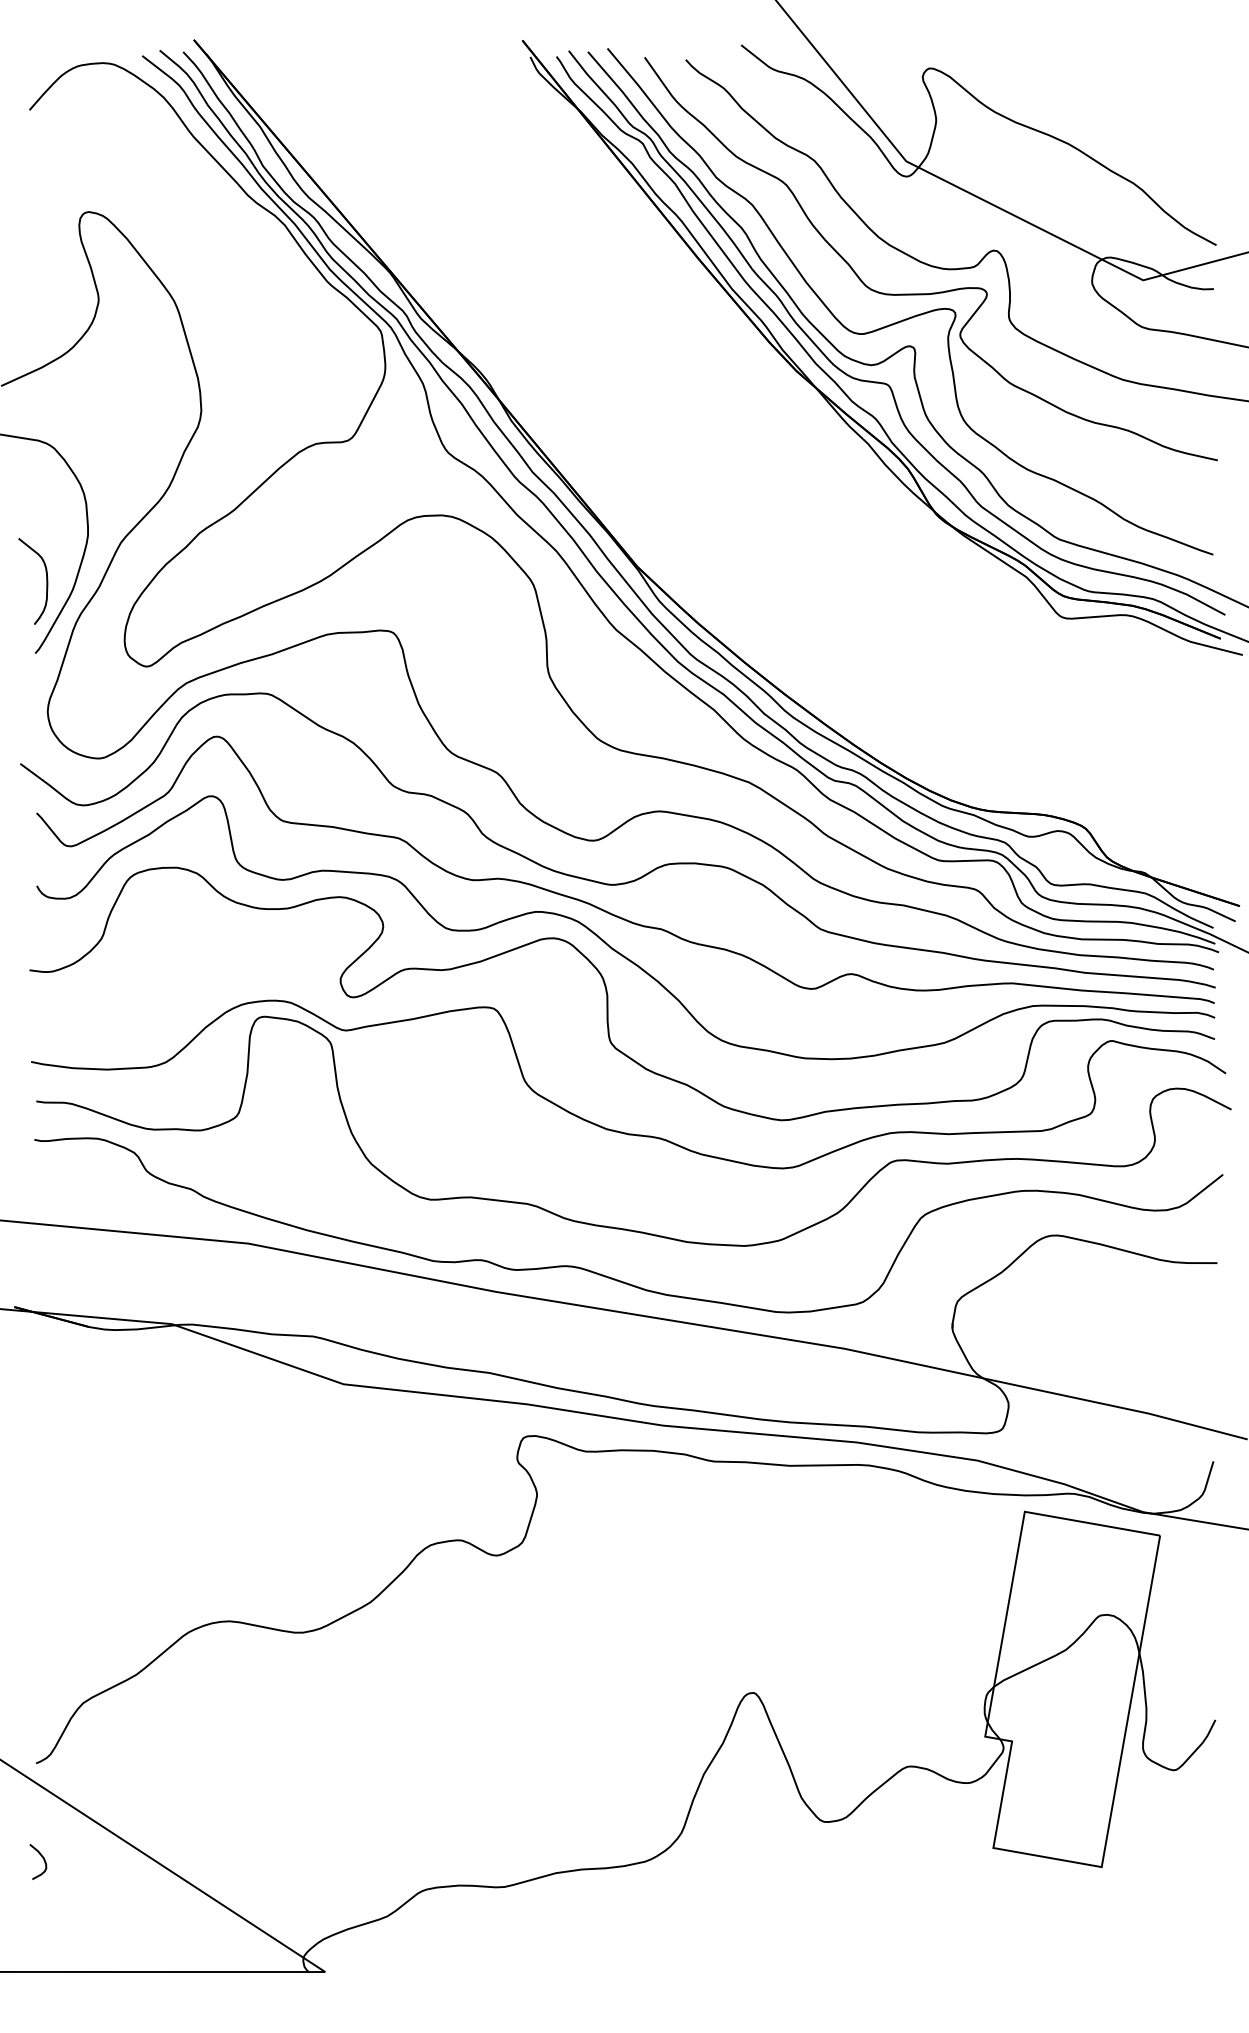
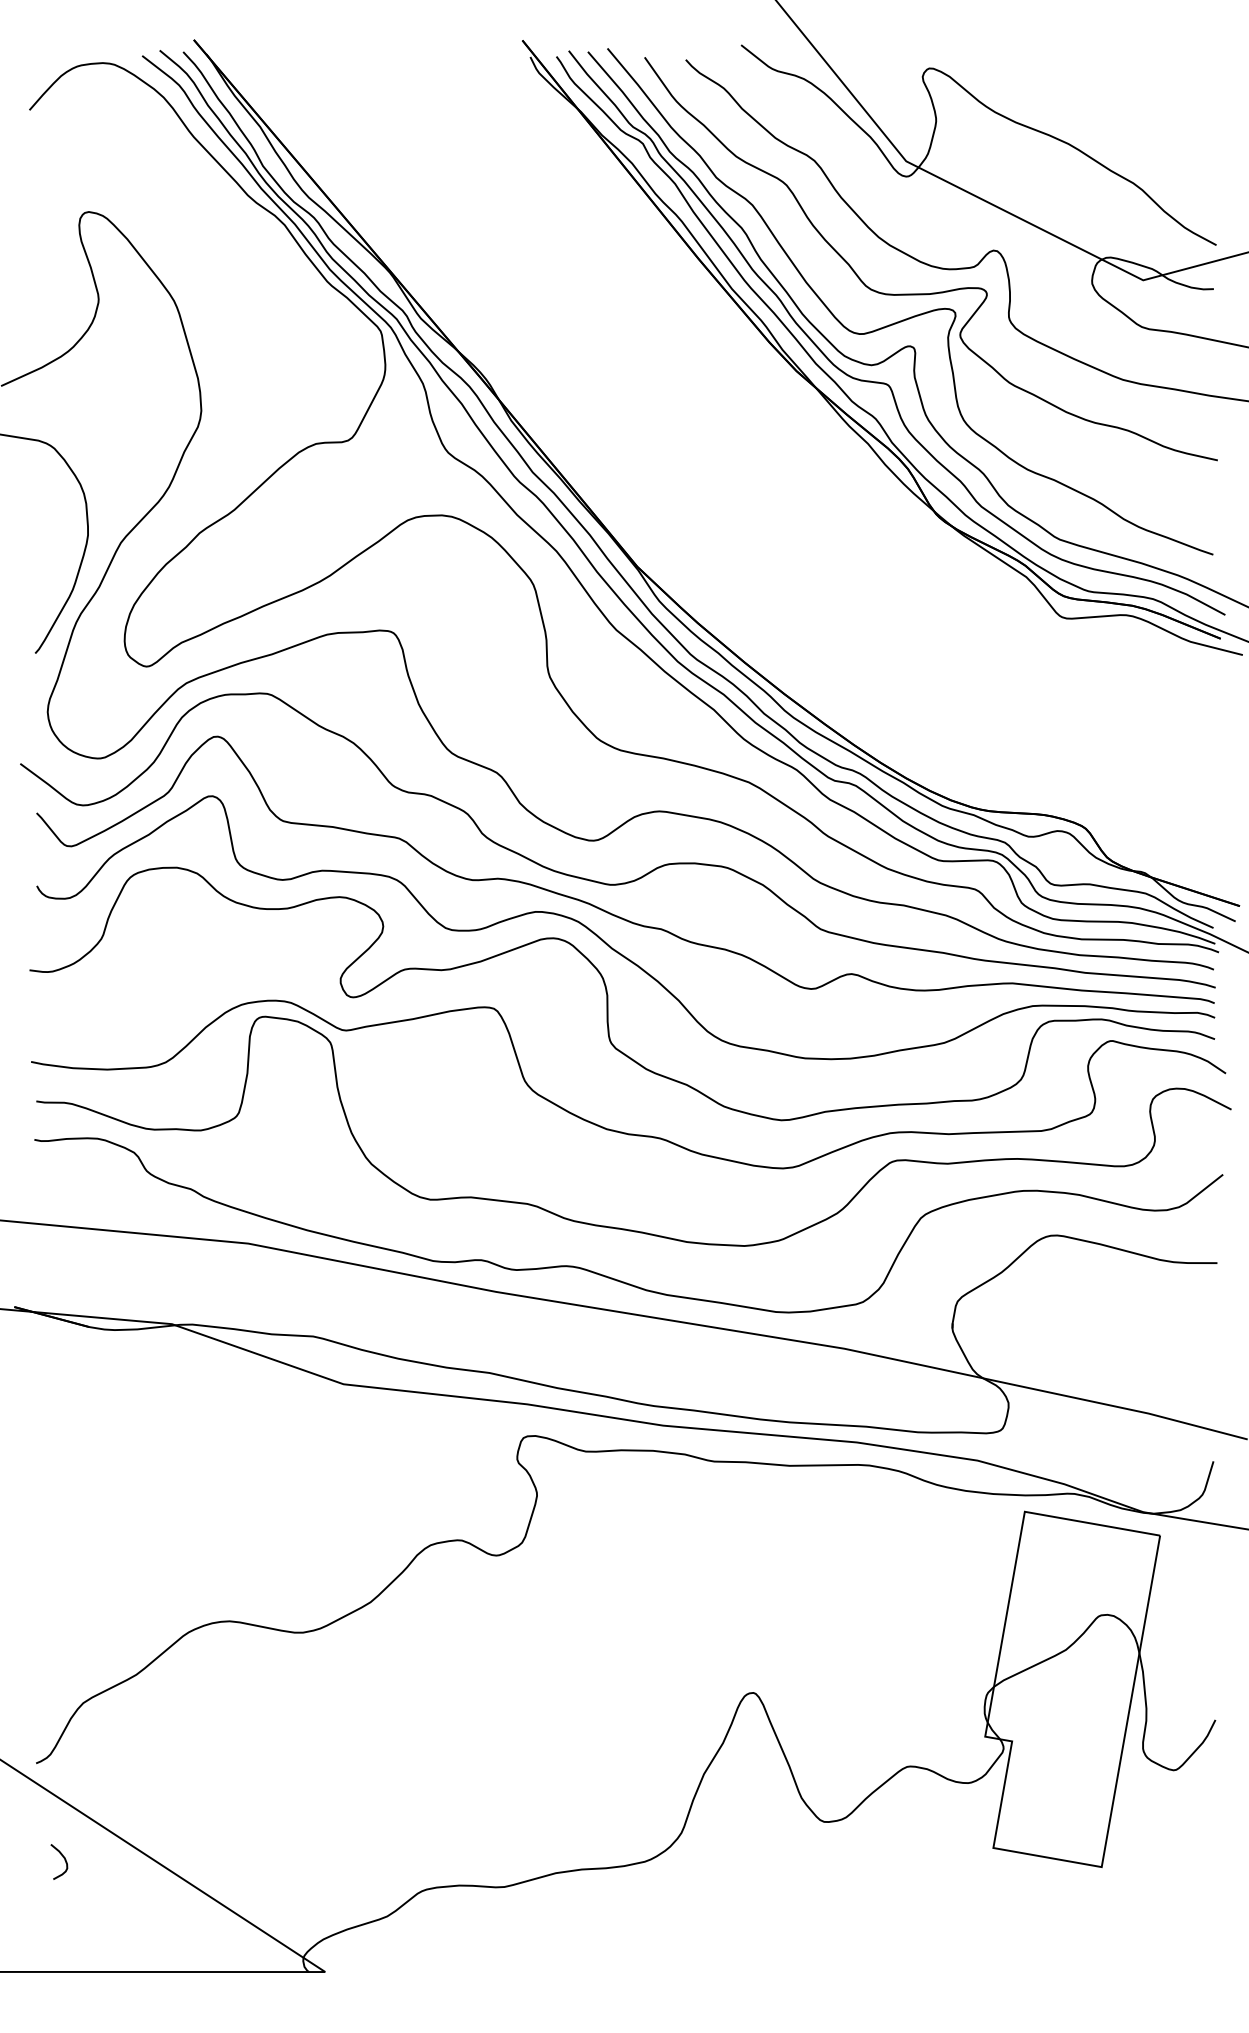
curve at (46, 581): present -> none
curve at (41, 1857) position: (41, 1857) -> (62, 1857)
